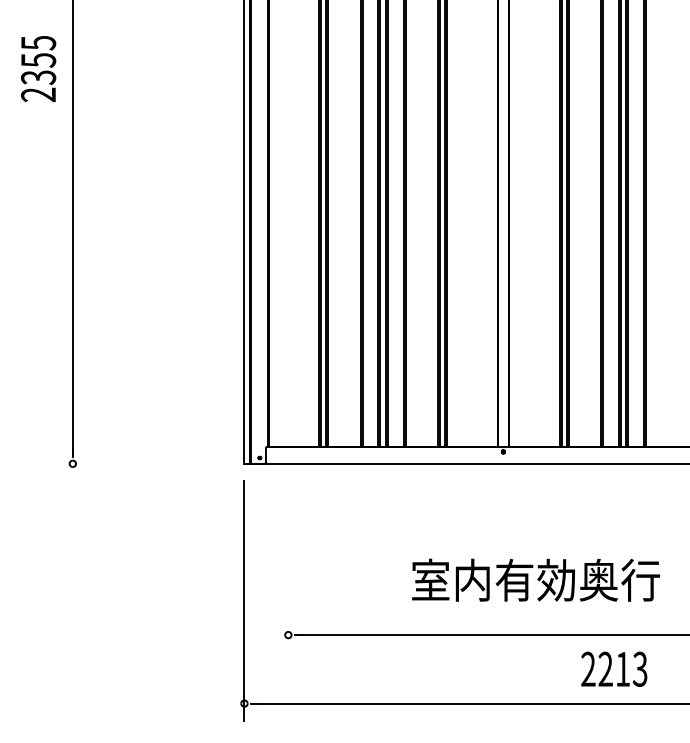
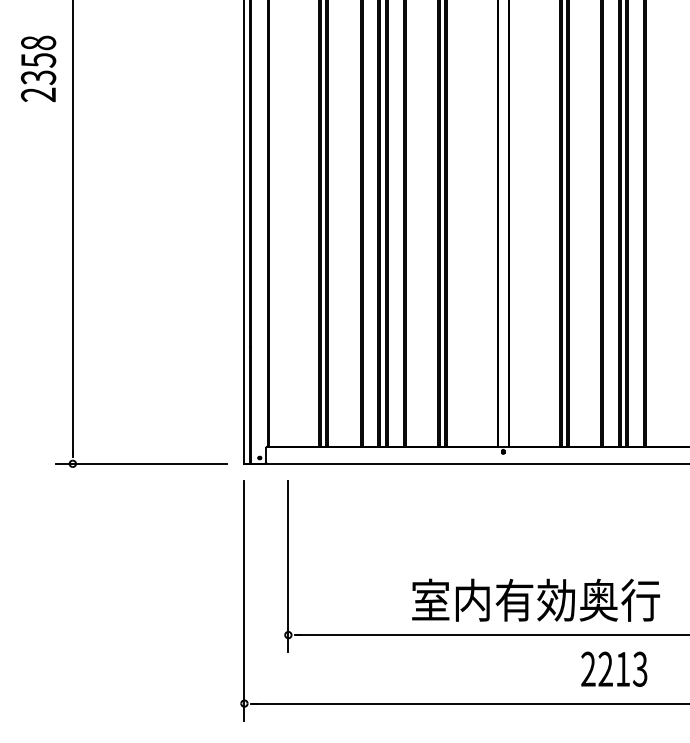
text at (38, 42): 2355 -> 2358
line at (140, 463): none -> present
line at (288, 566): none -> present
text at (535, 579) position: (535, 579) -> (535, 599)
